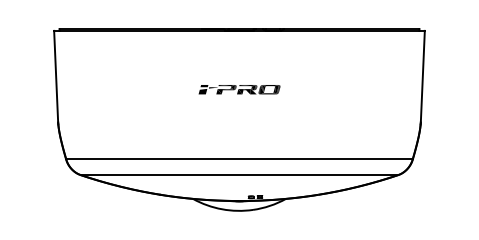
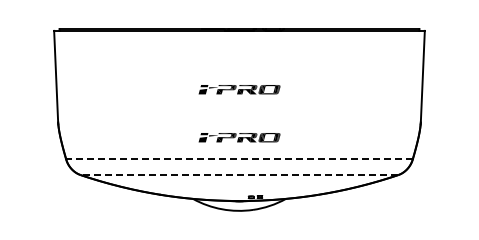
part at (239, 137): none -> present
line at (239, 158): solid -> dashed
line at (239, 175): solid -> dashed
